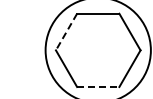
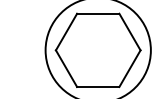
line at (66, 32): dashed -> solid
line at (98, 86): dashed -> solid
